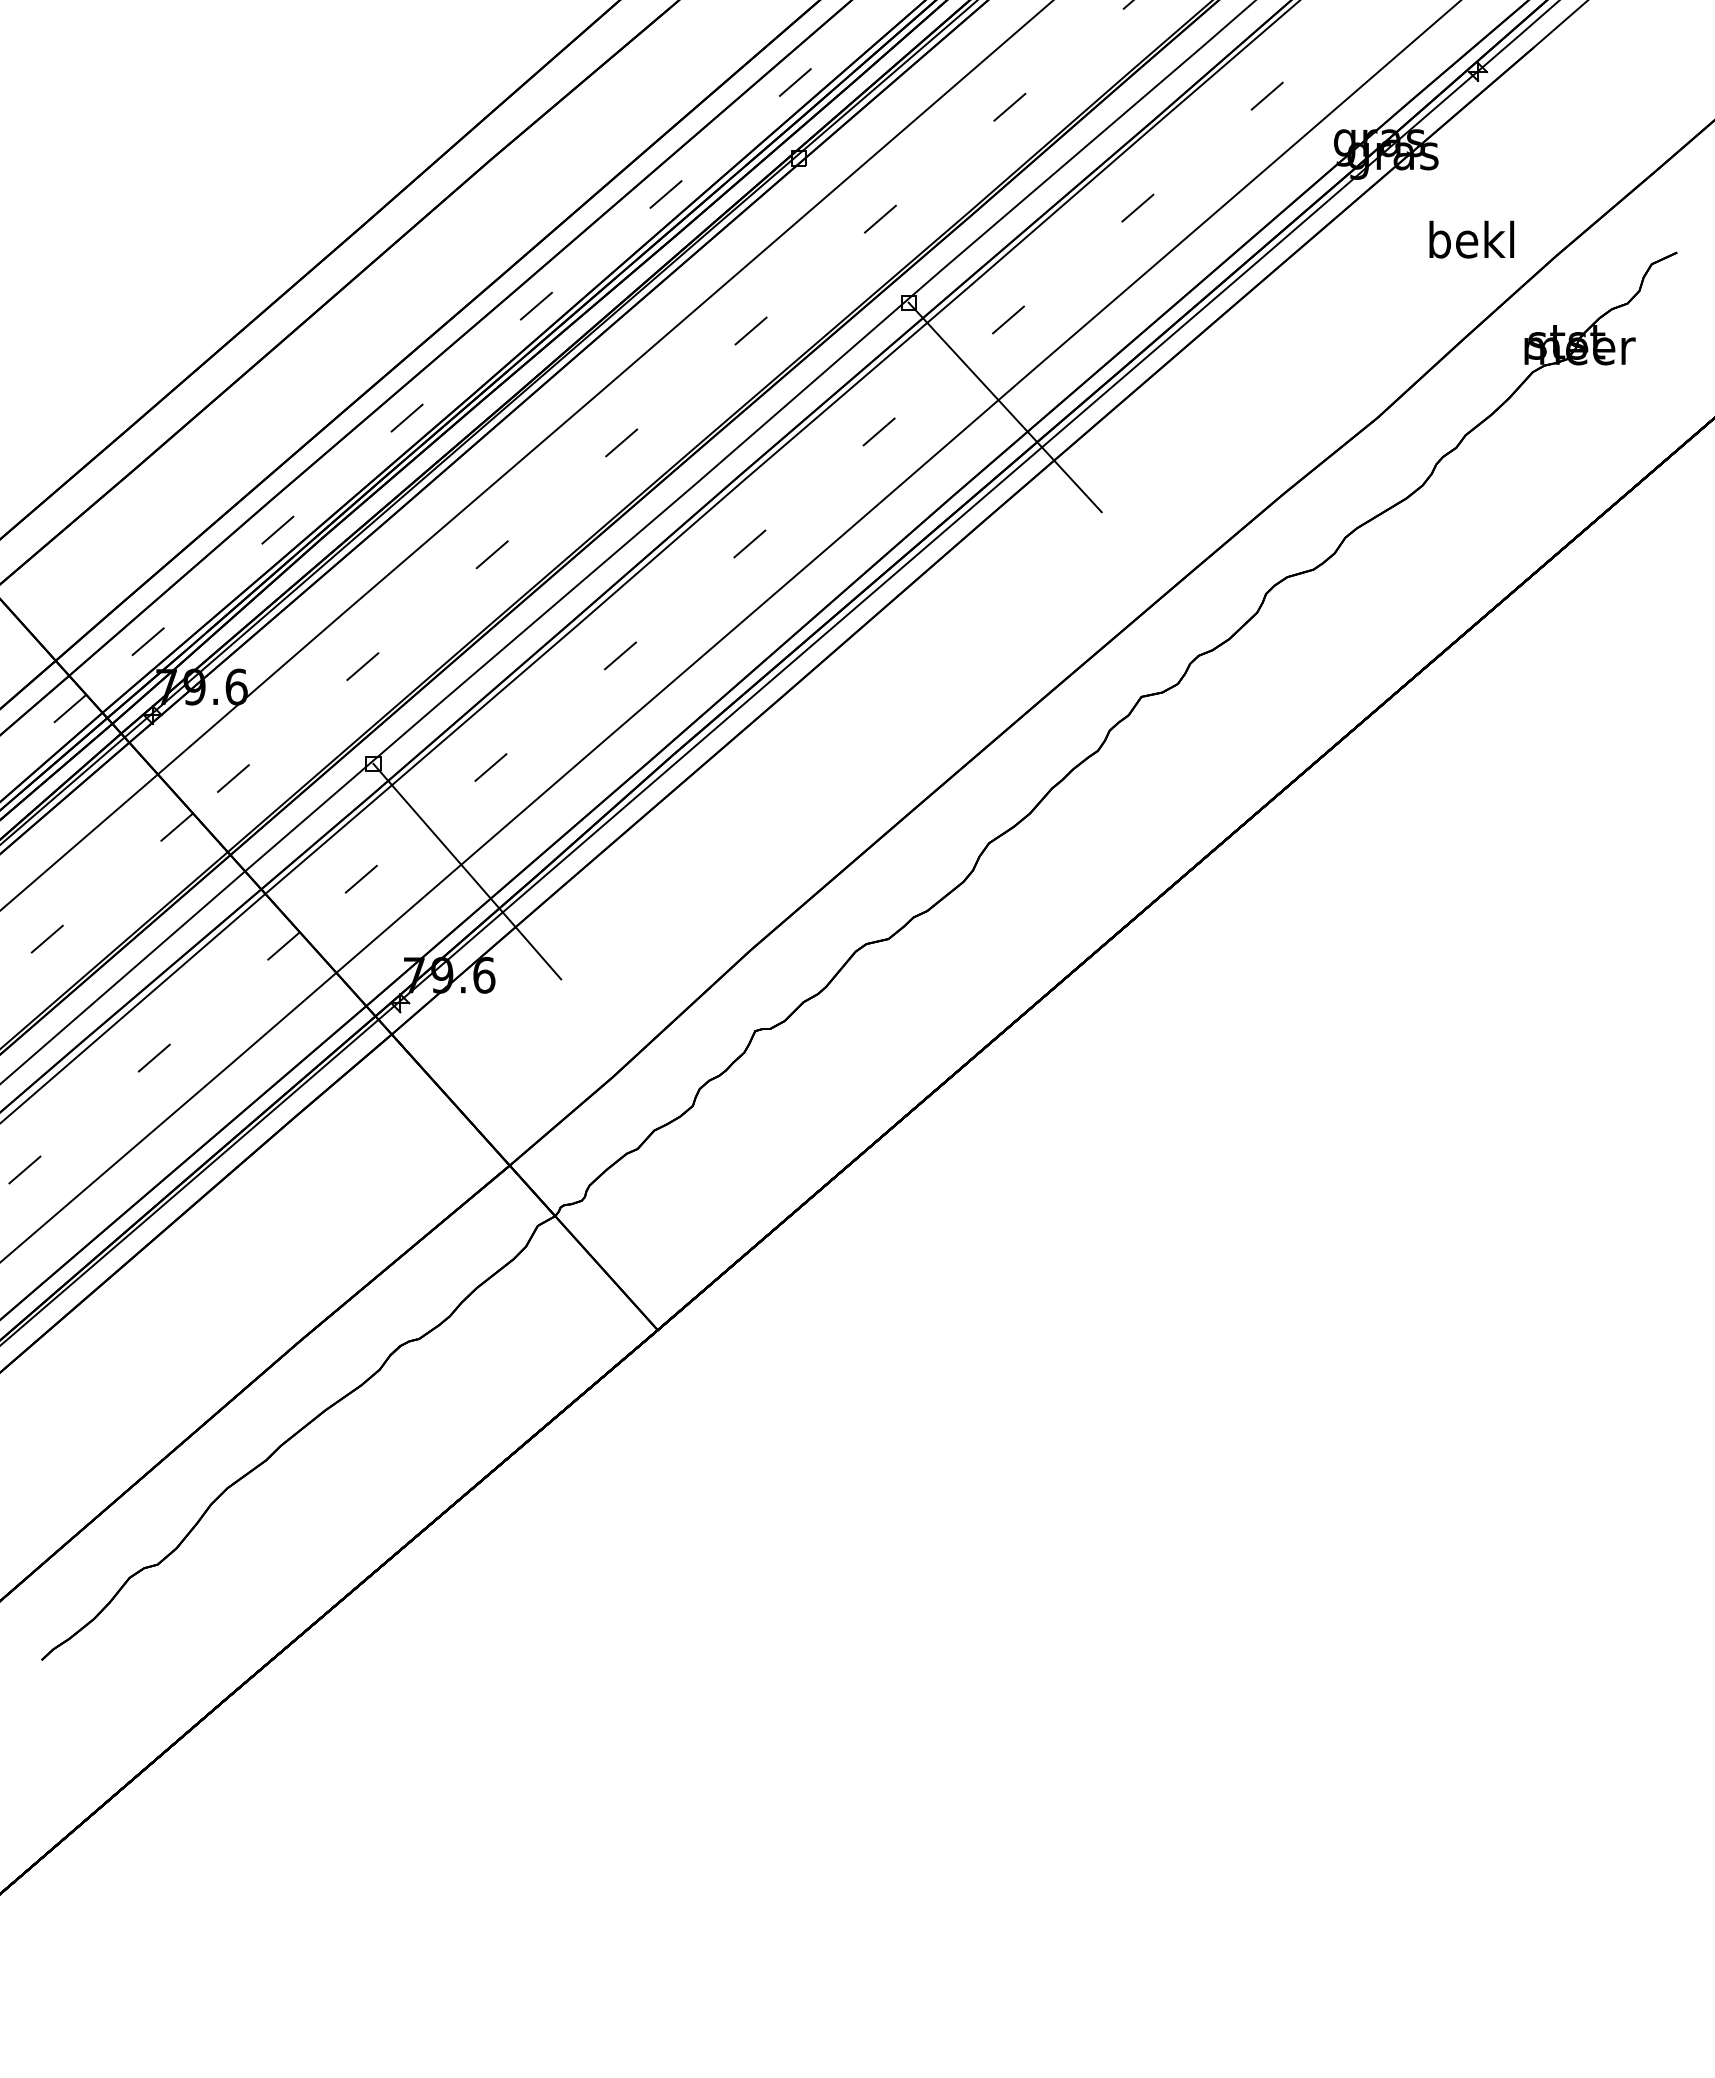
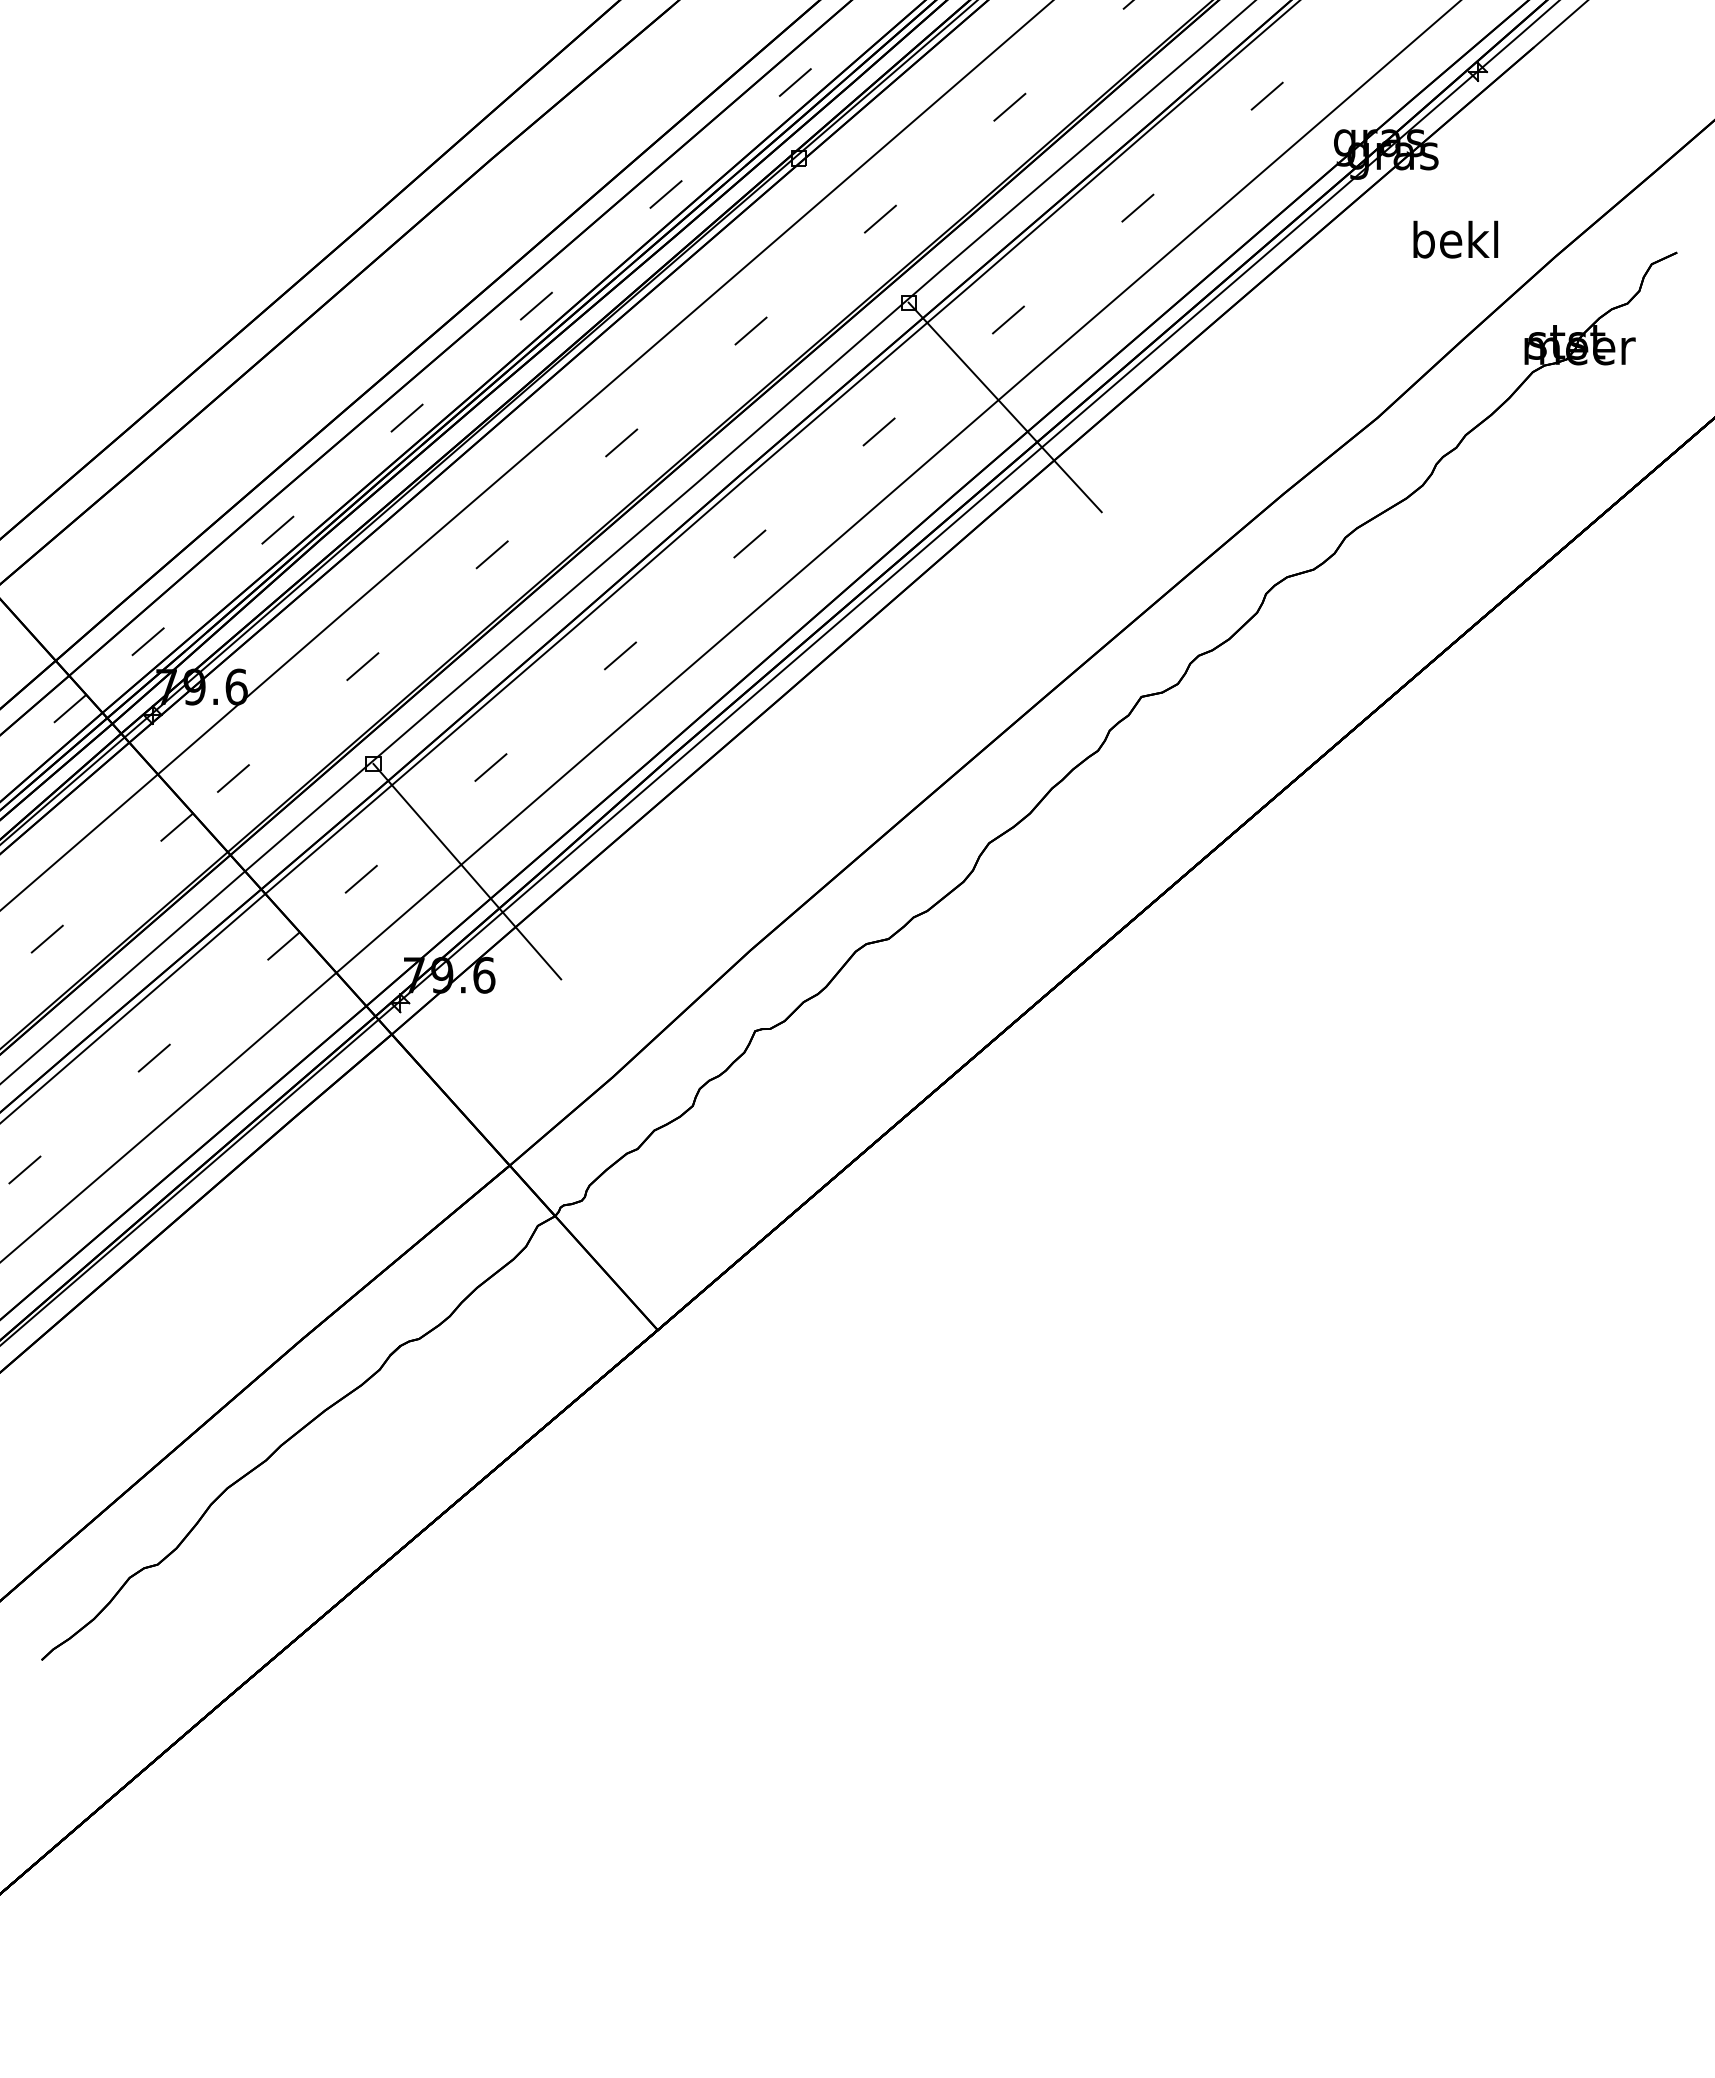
text at (1471, 239) position: (1471, 239) -> (1455, 239)
